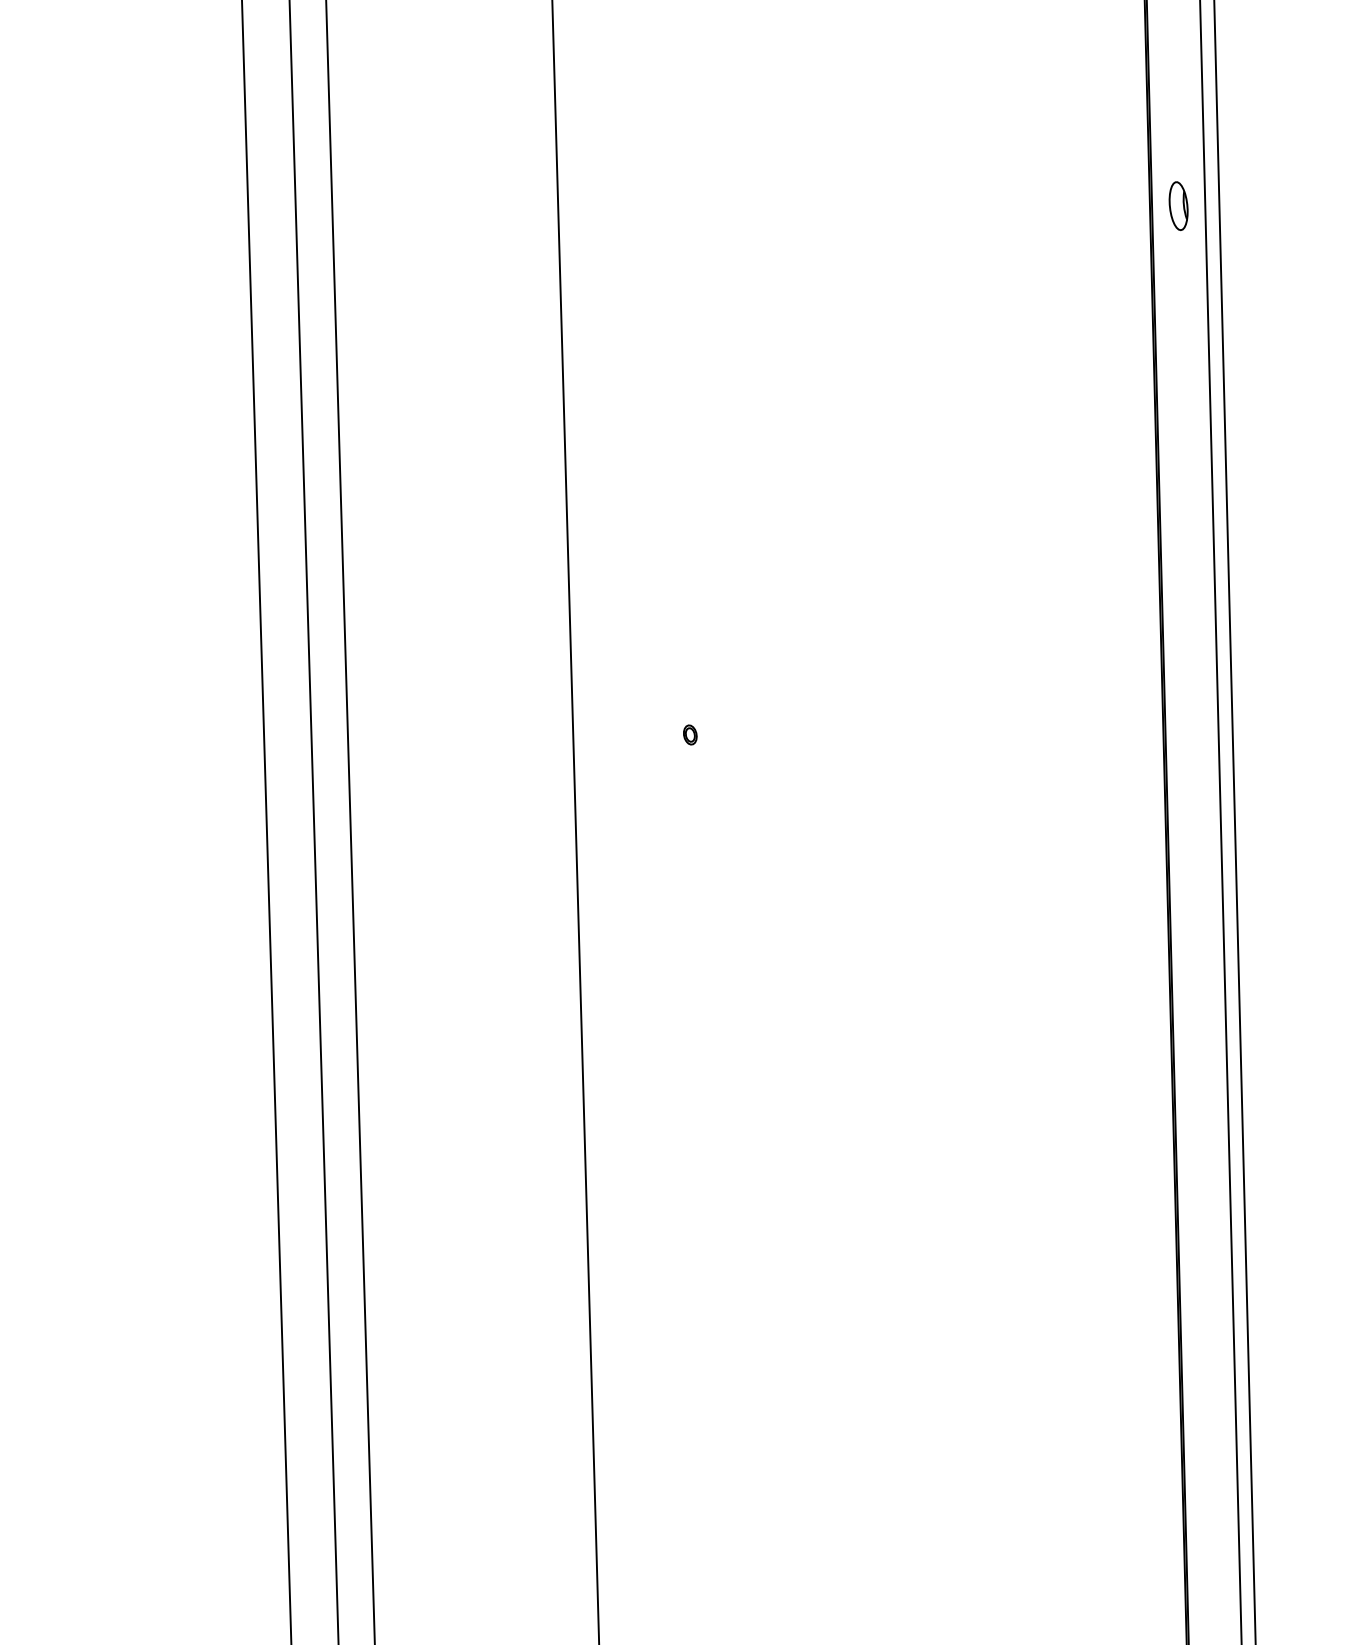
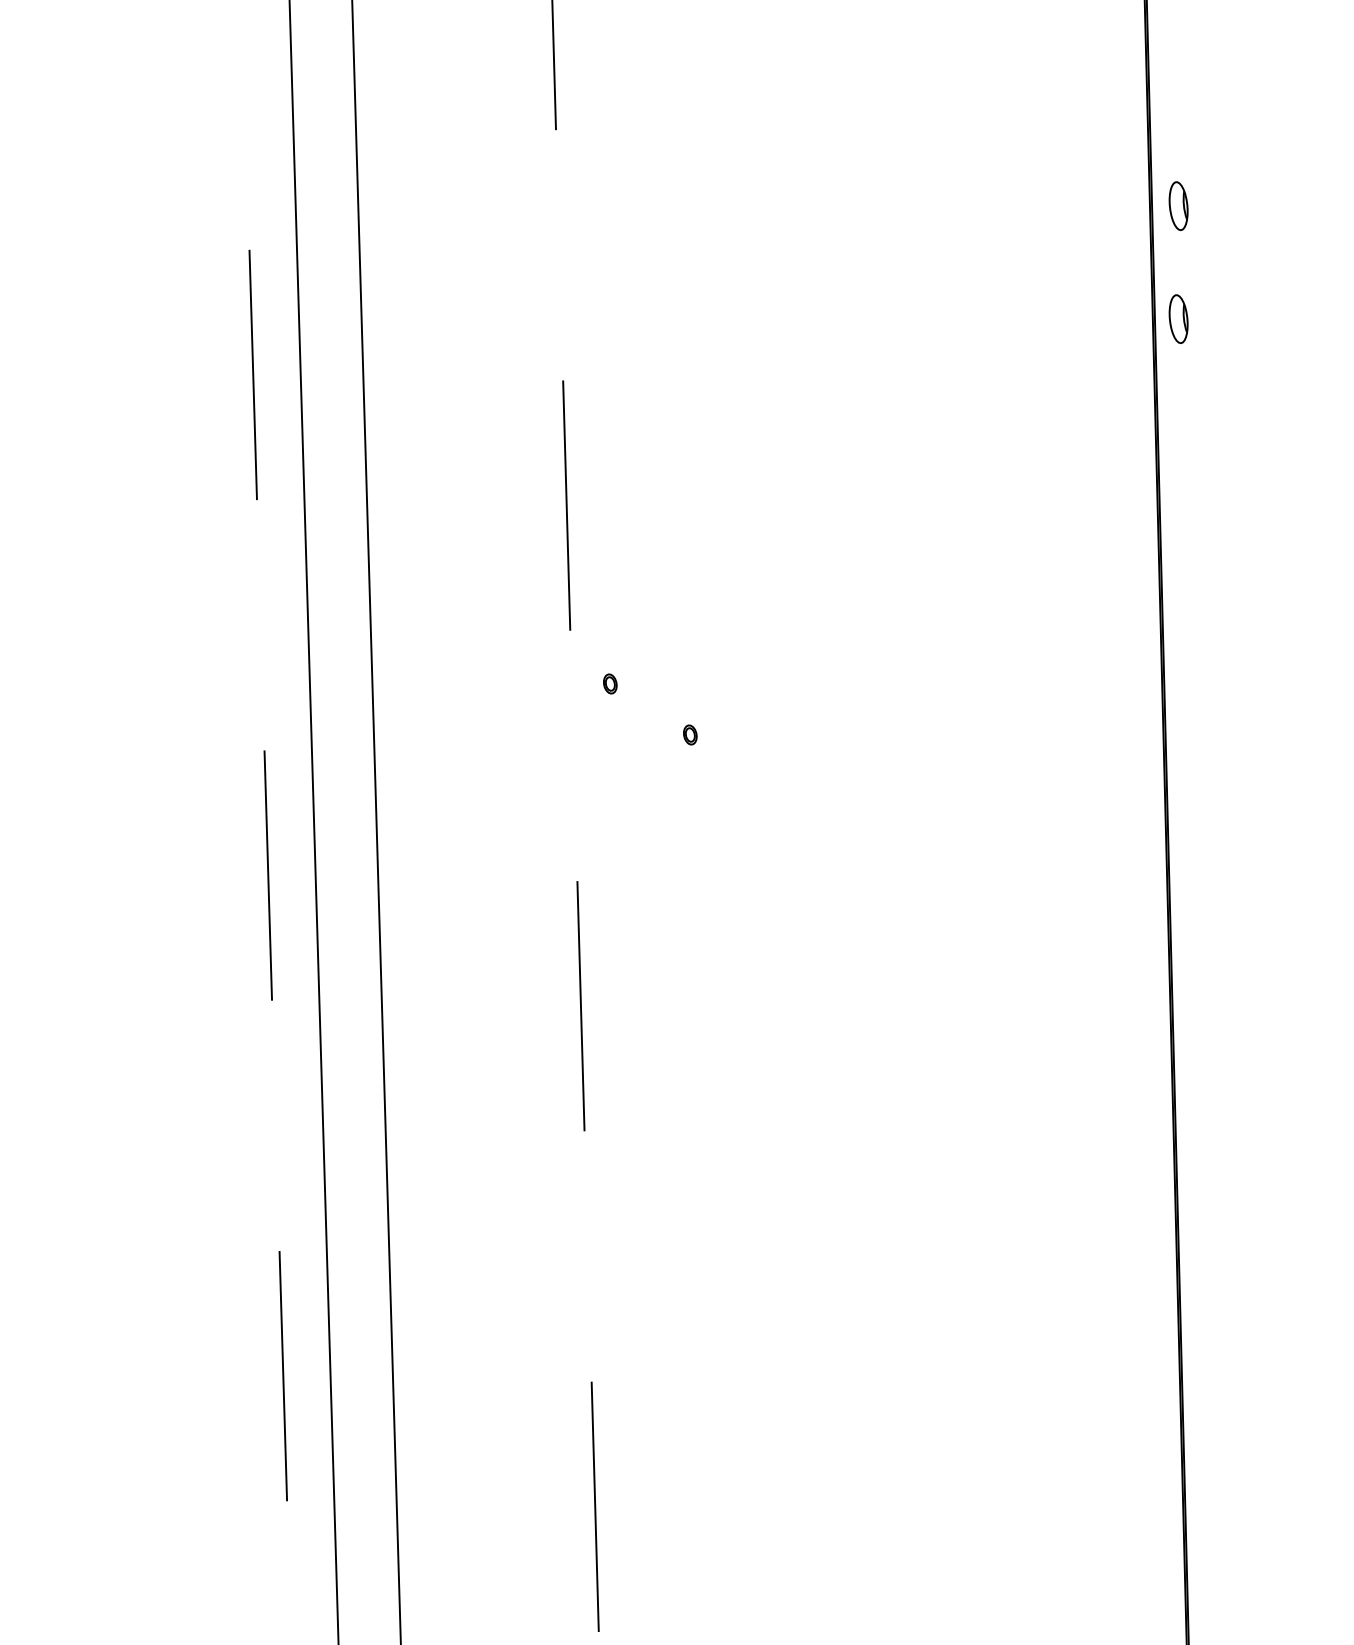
part at (1178, 318): none -> present
part at (610, 683): none -> present
line at (350, 821) position: (350, 821) -> (376, 821)
line at (1220, 821): present -> none
line at (1234, 821): present -> none
line at (266, 822): solid -> dashed
line at (575, 822): solid -> dashed
